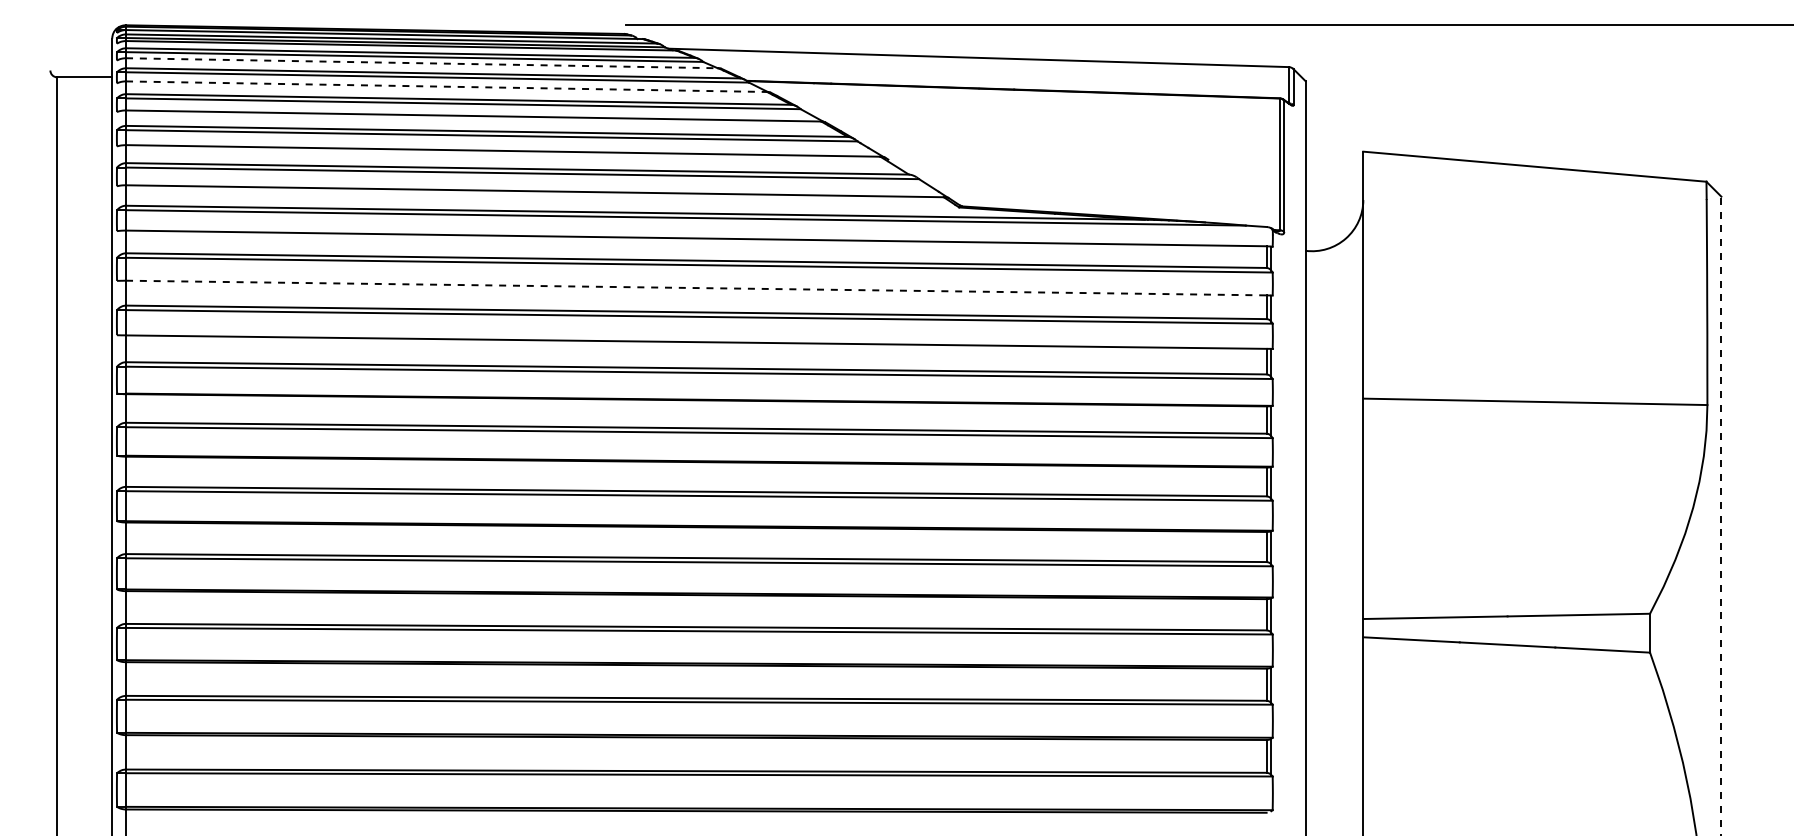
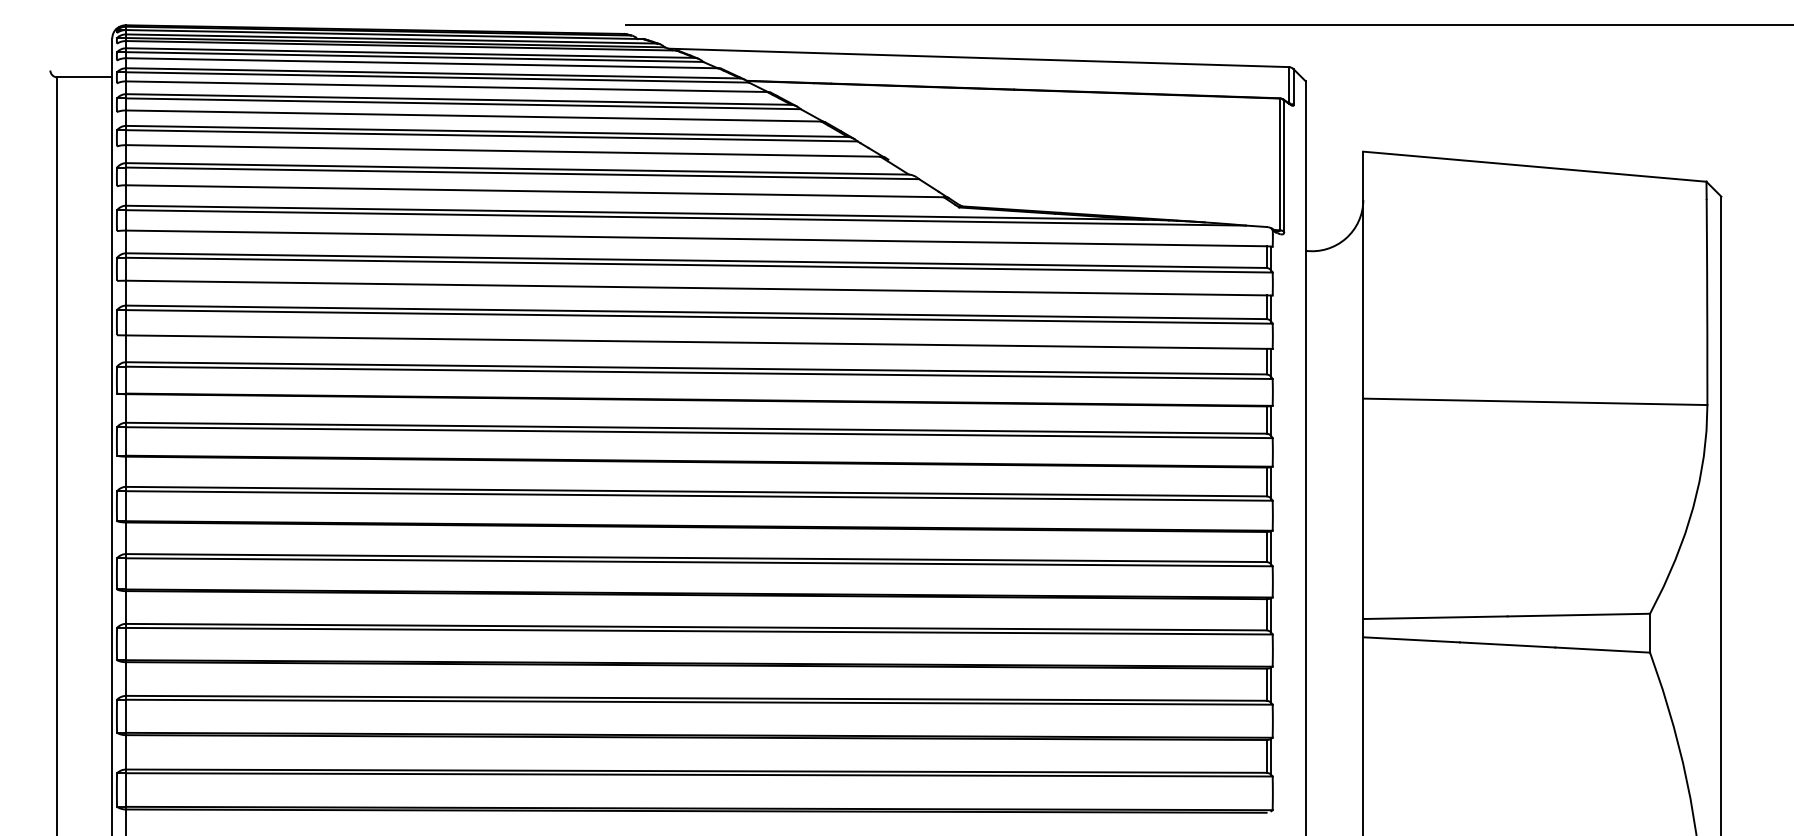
line at (422, 63): dashed -> solid
line at (446, 86): dashed -> solid
line at (696, 288): dashed -> solid
line at (1721, 515): dashed -> solid
